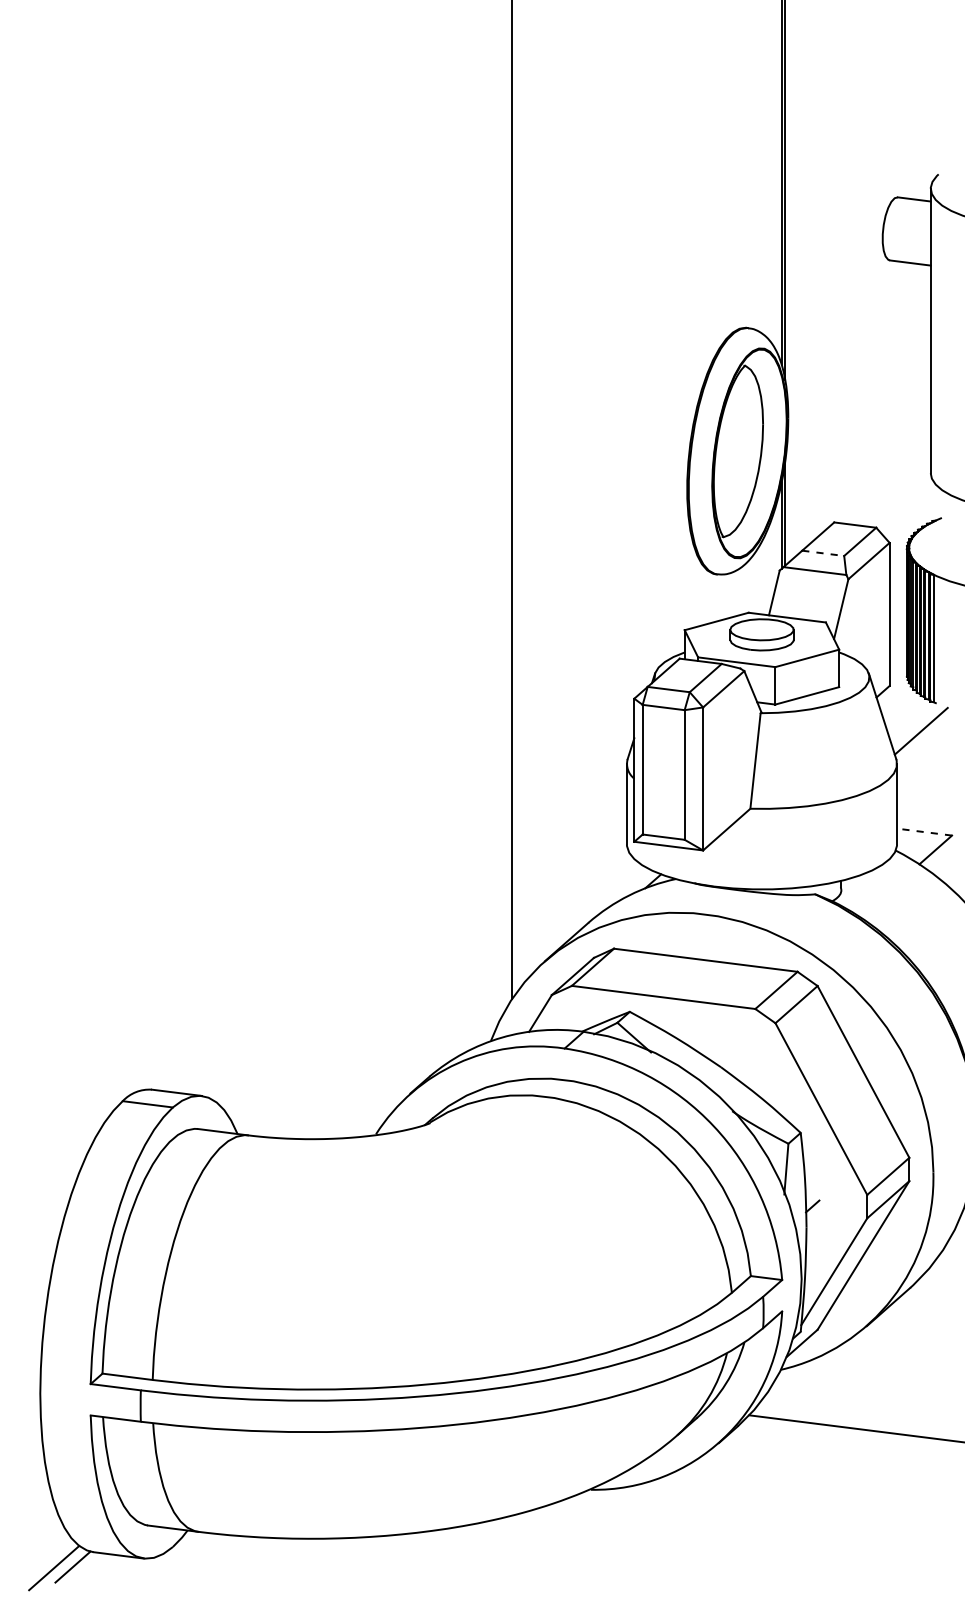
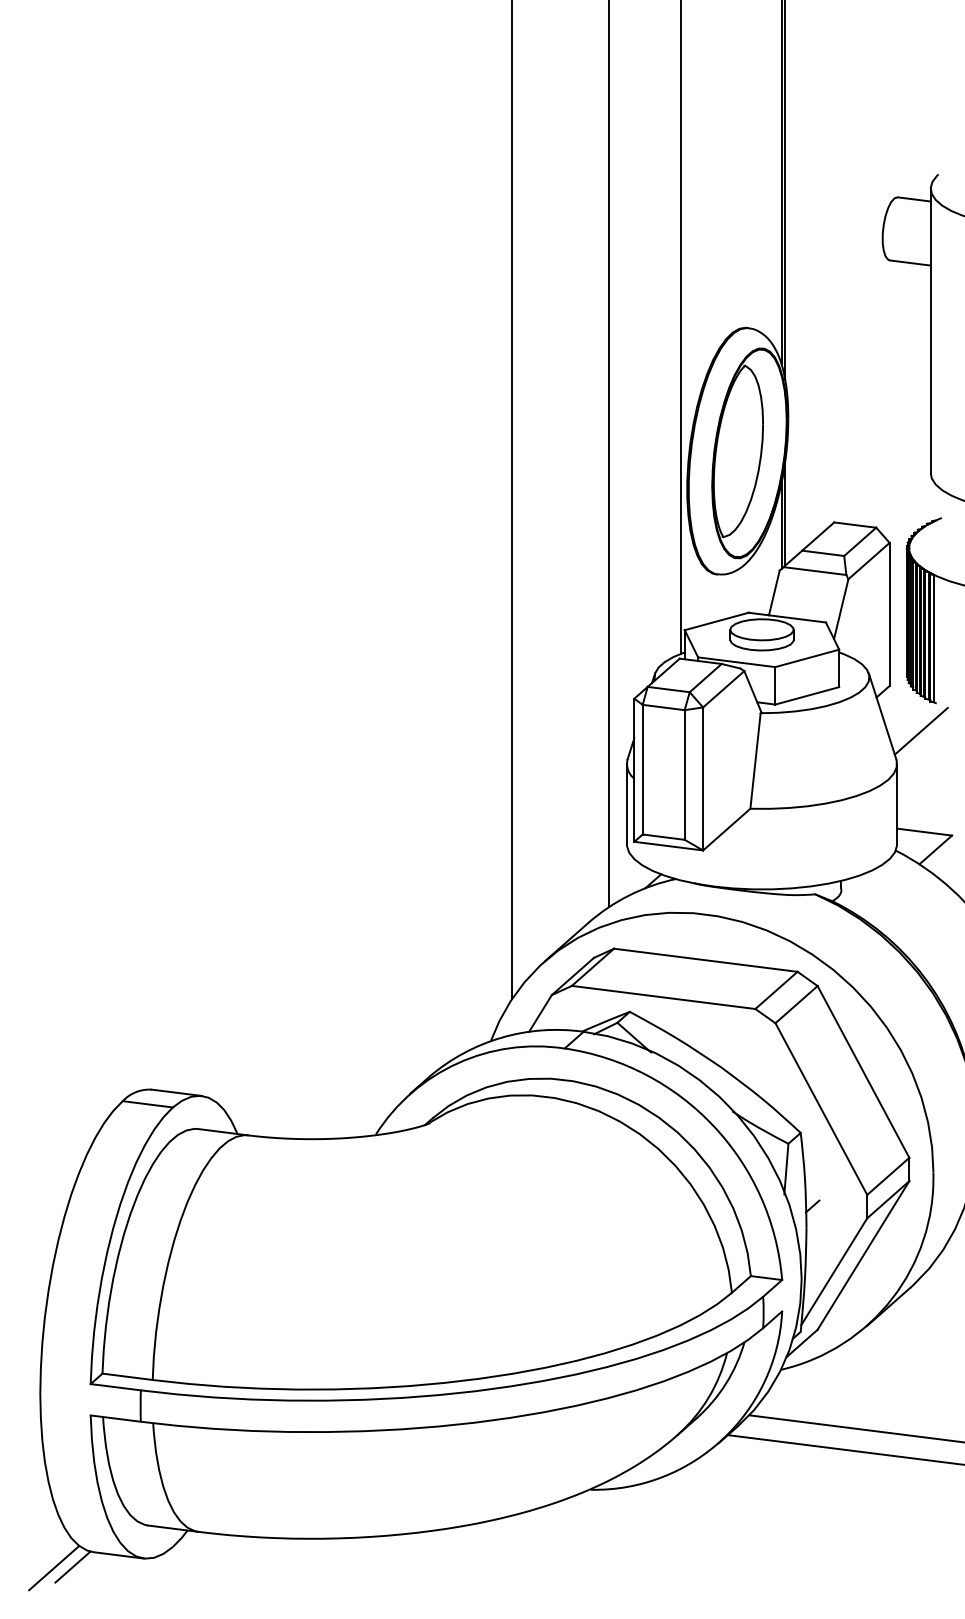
line at (680, 328): none -> present
line at (608, 454): none -> present
line at (823, 553): dashed -> solid
line at (924, 832): dashed -> solid
line at (844, 1449): none -> present
